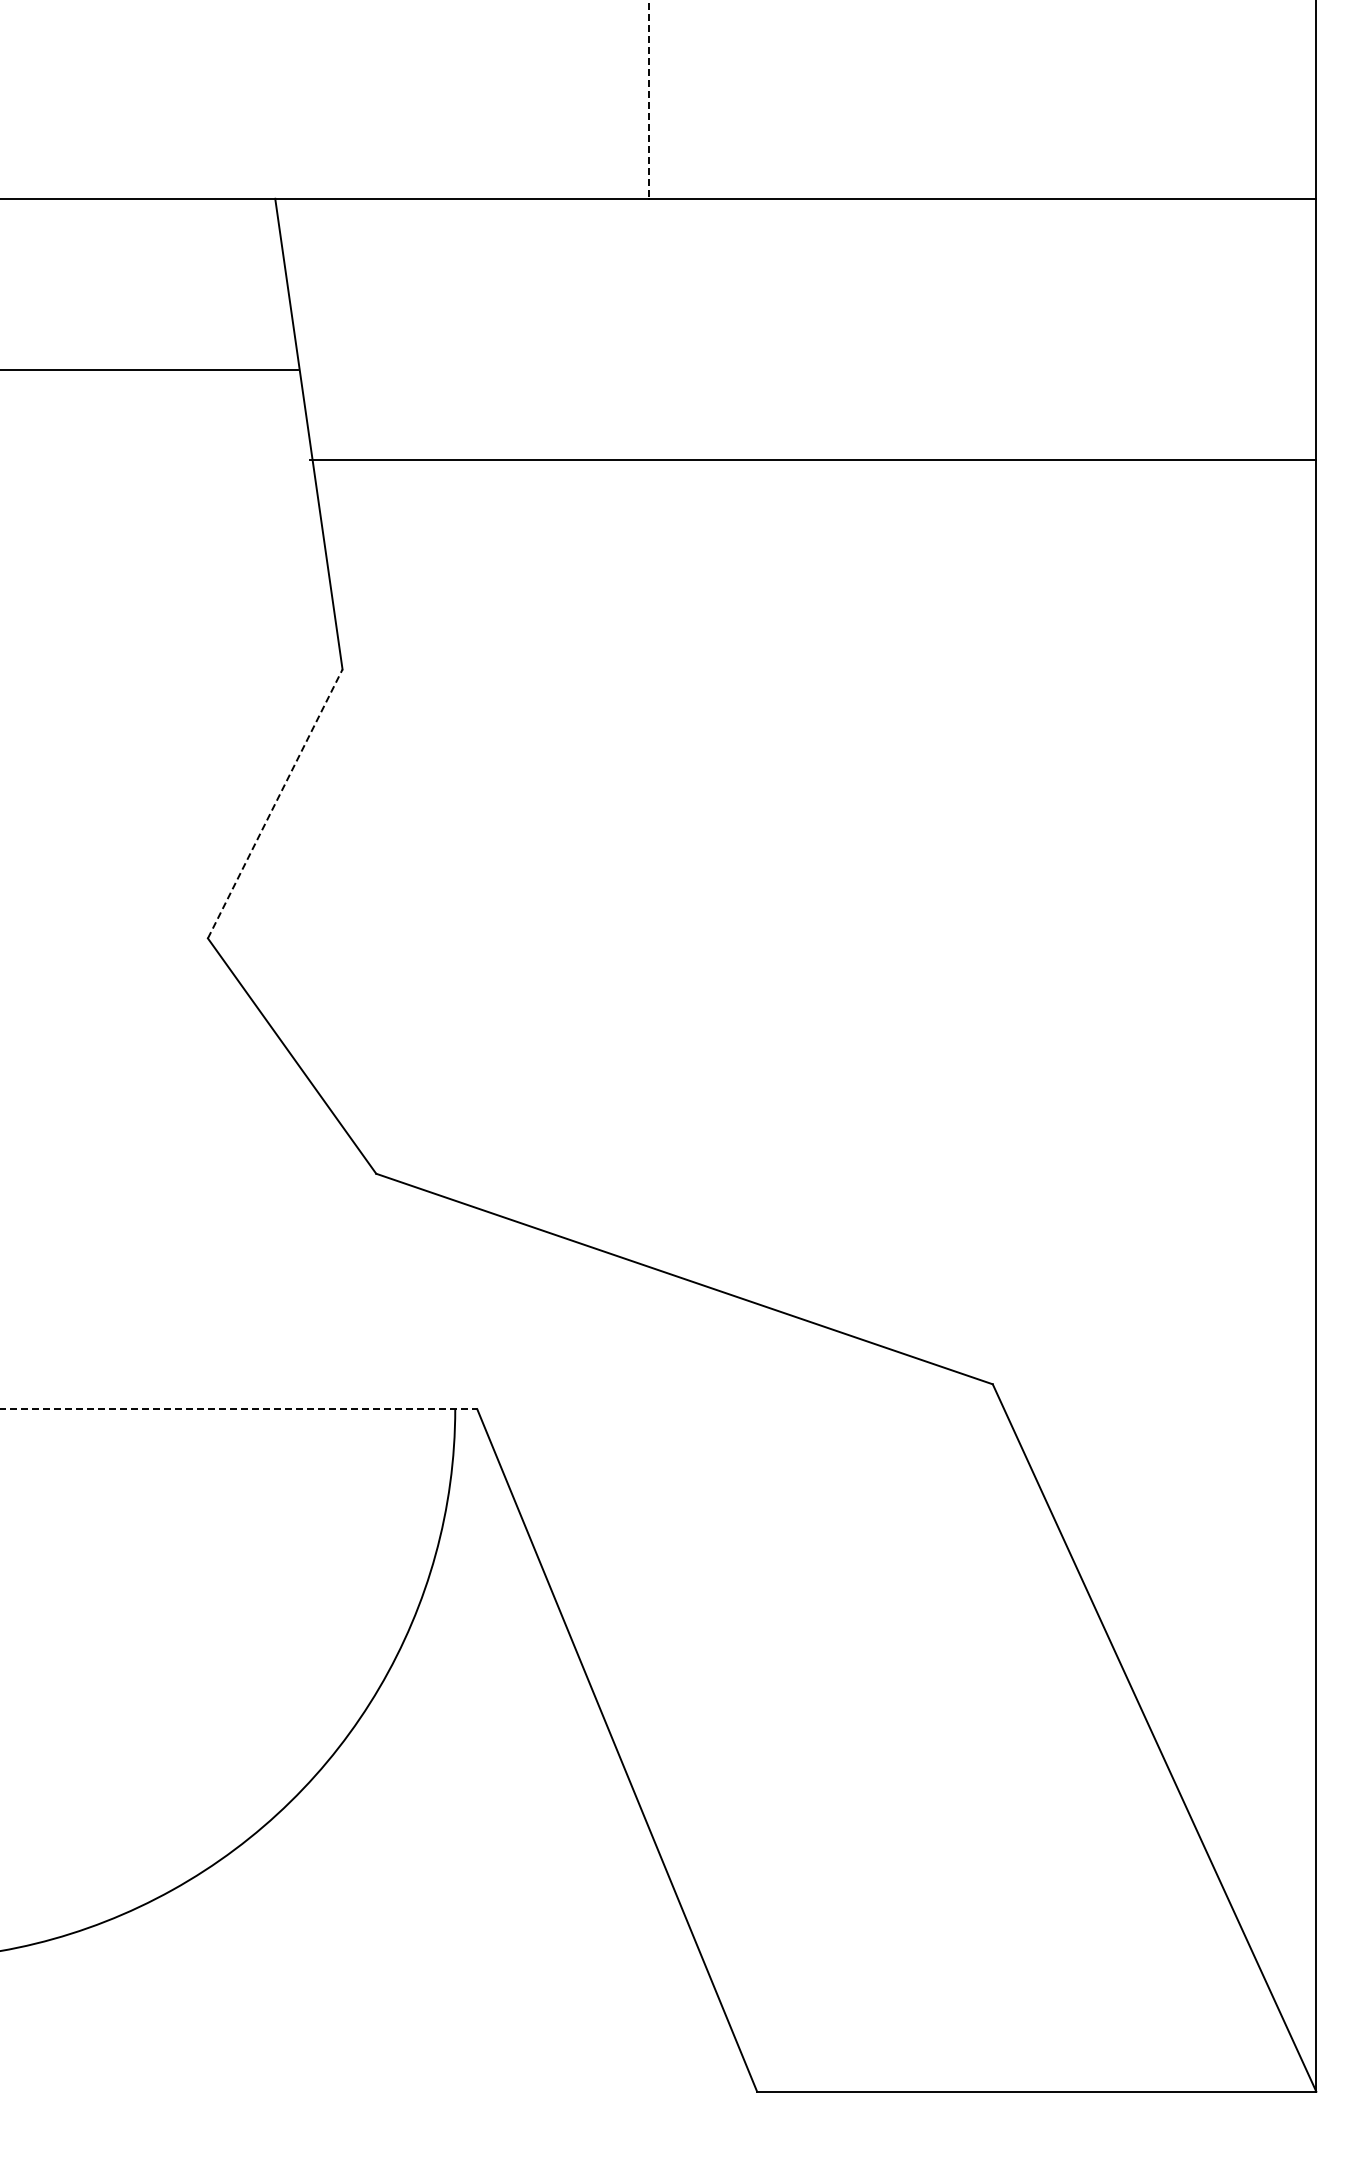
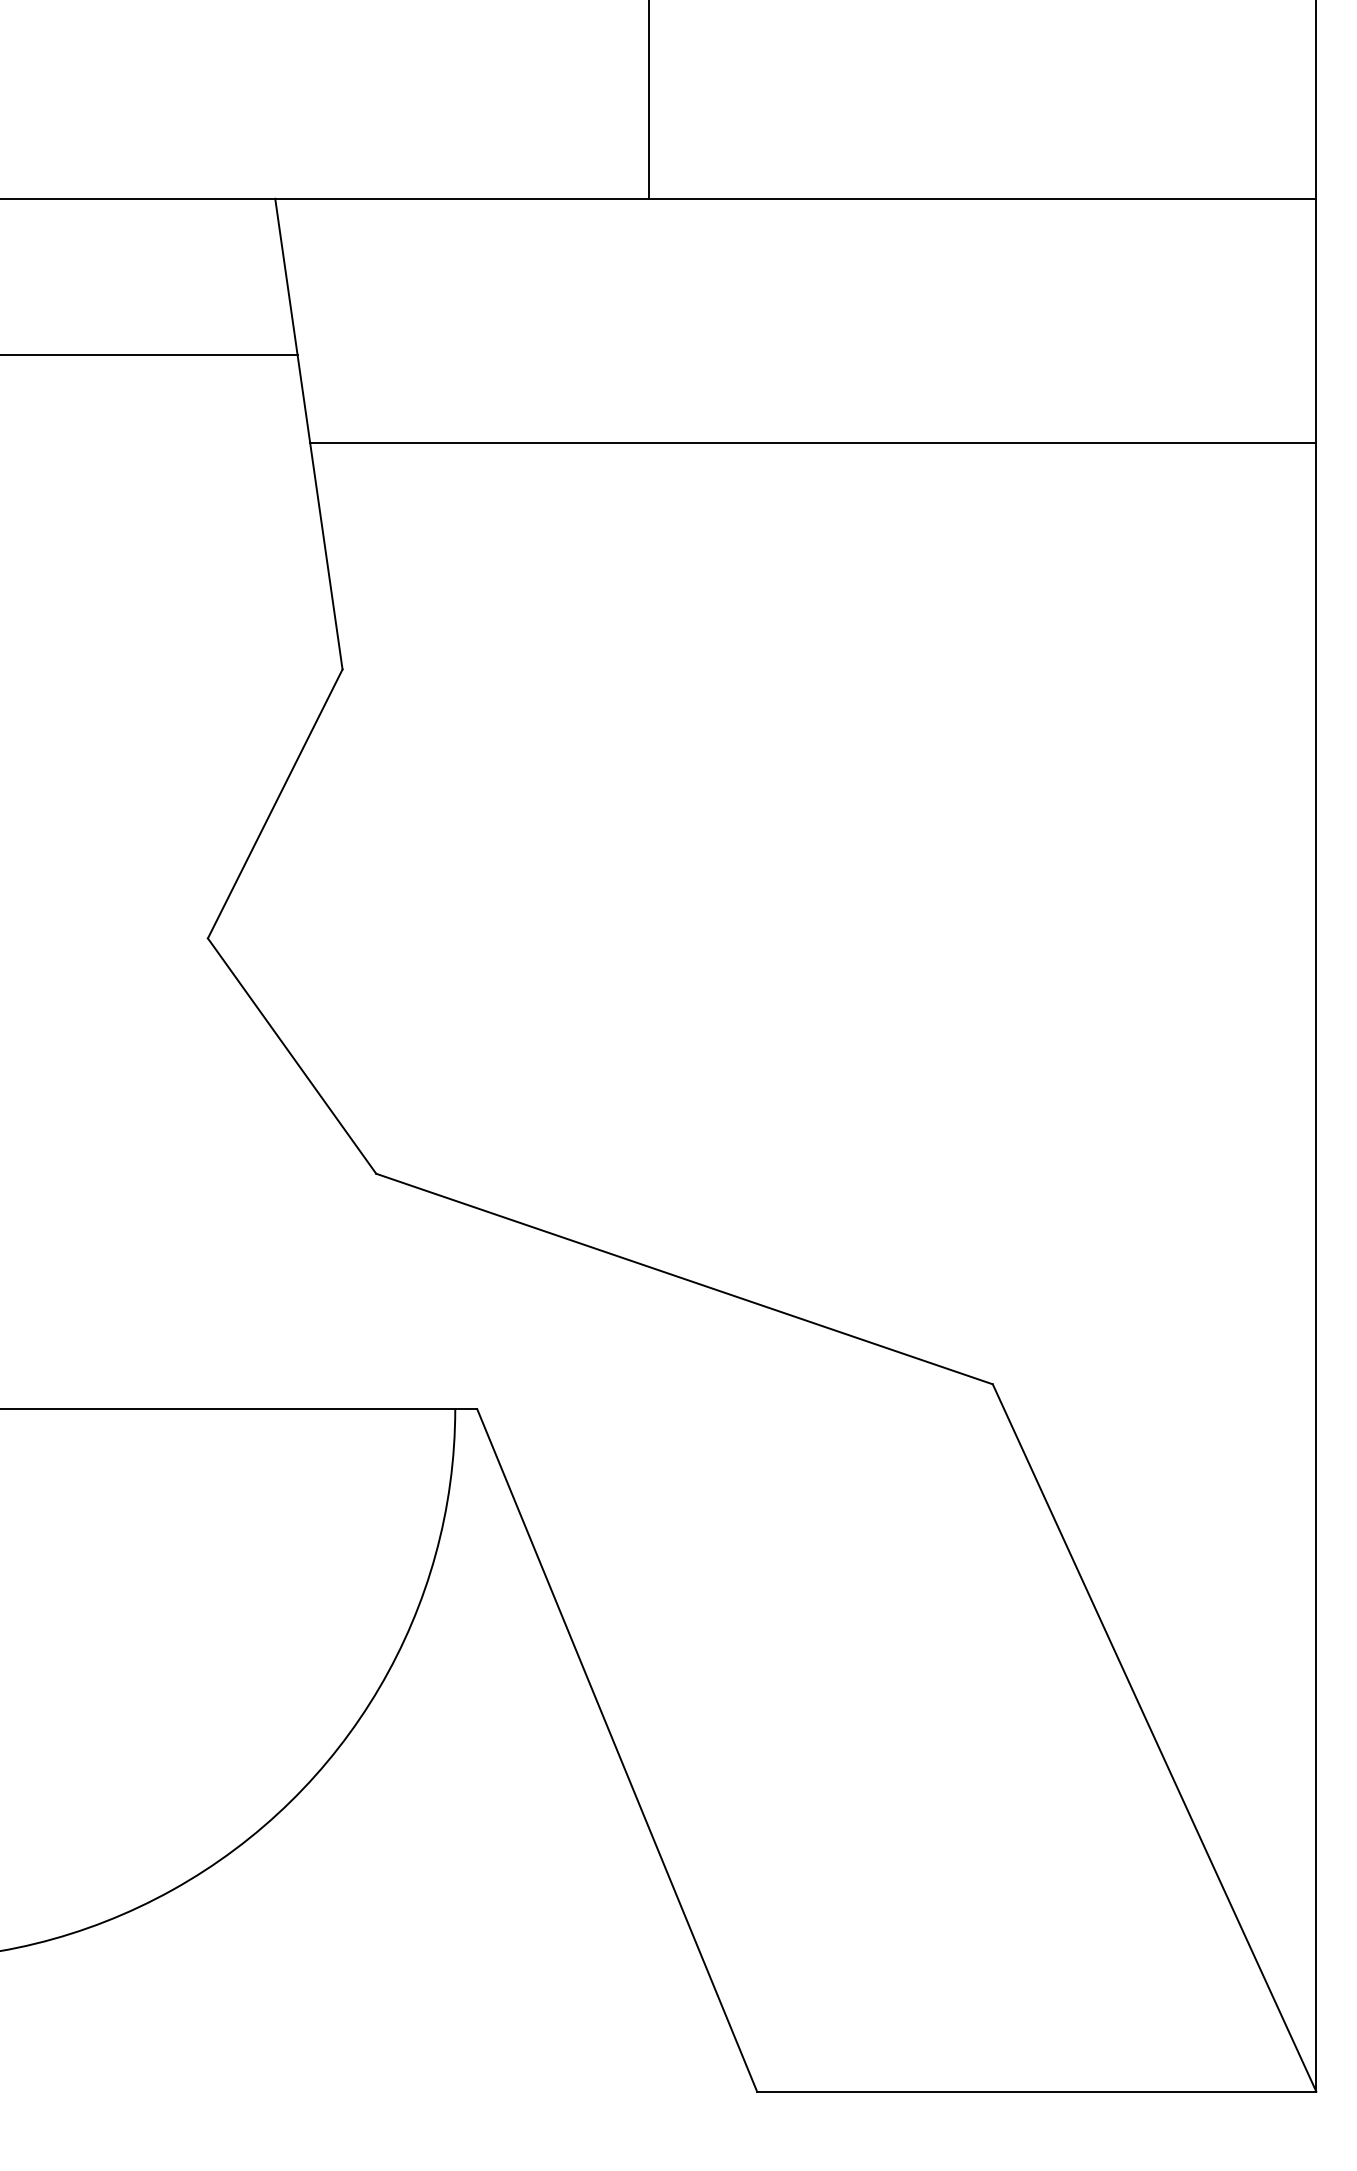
line at (649, 99): dashed -> solid
line at (149, 369) position: (149, 369) -> (149, 354)
line at (813, 459) position: (813, 459) -> (813, 442)
line at (275, 803): dashed -> solid
line at (239, 1409): dashed -> solid
